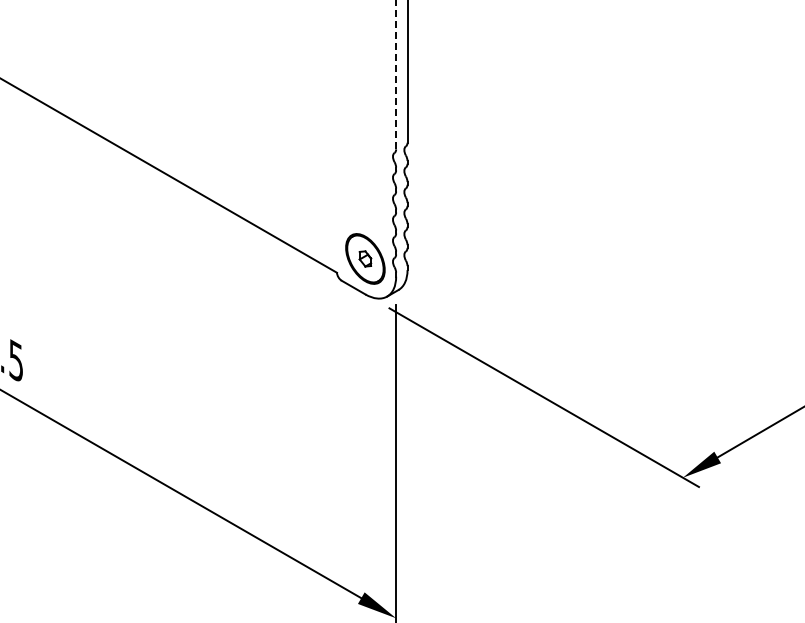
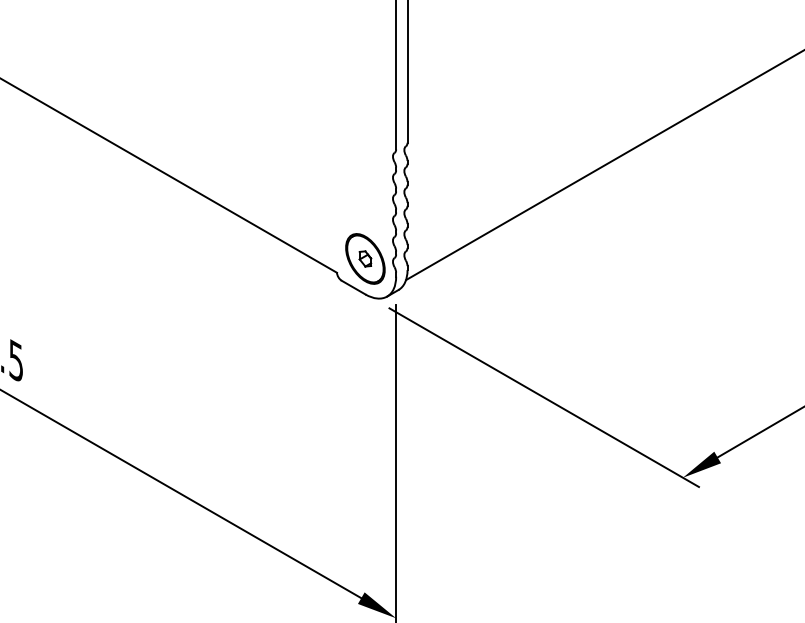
line at (396, 74): dashed -> solid
line at (603, 165): none -> present
